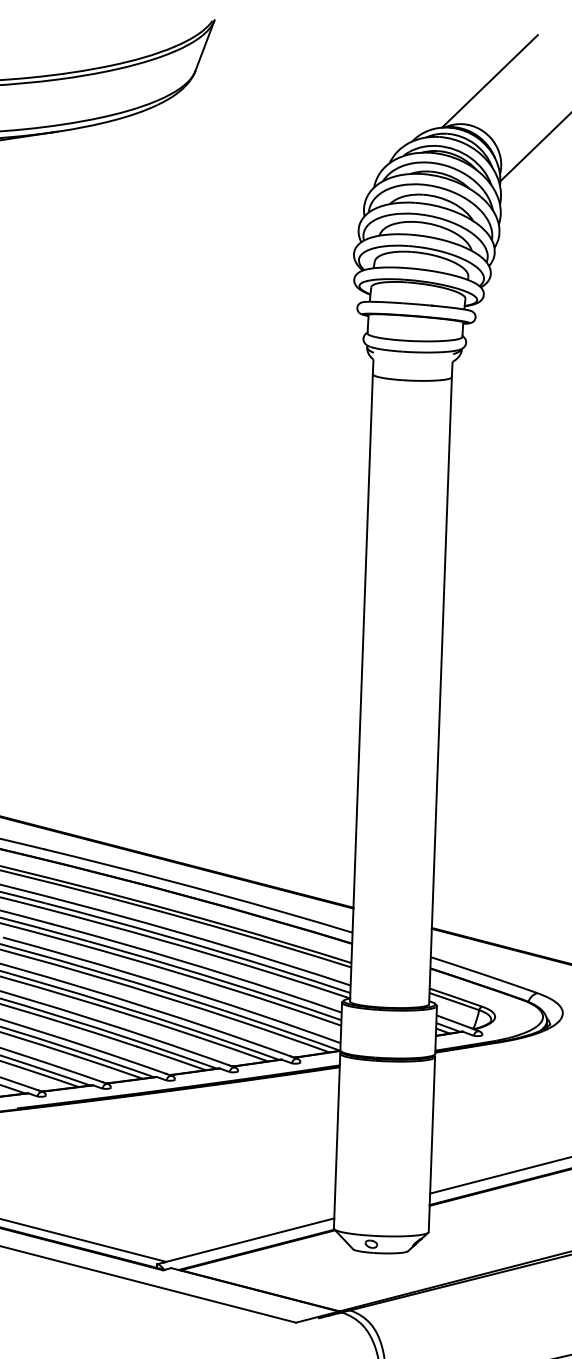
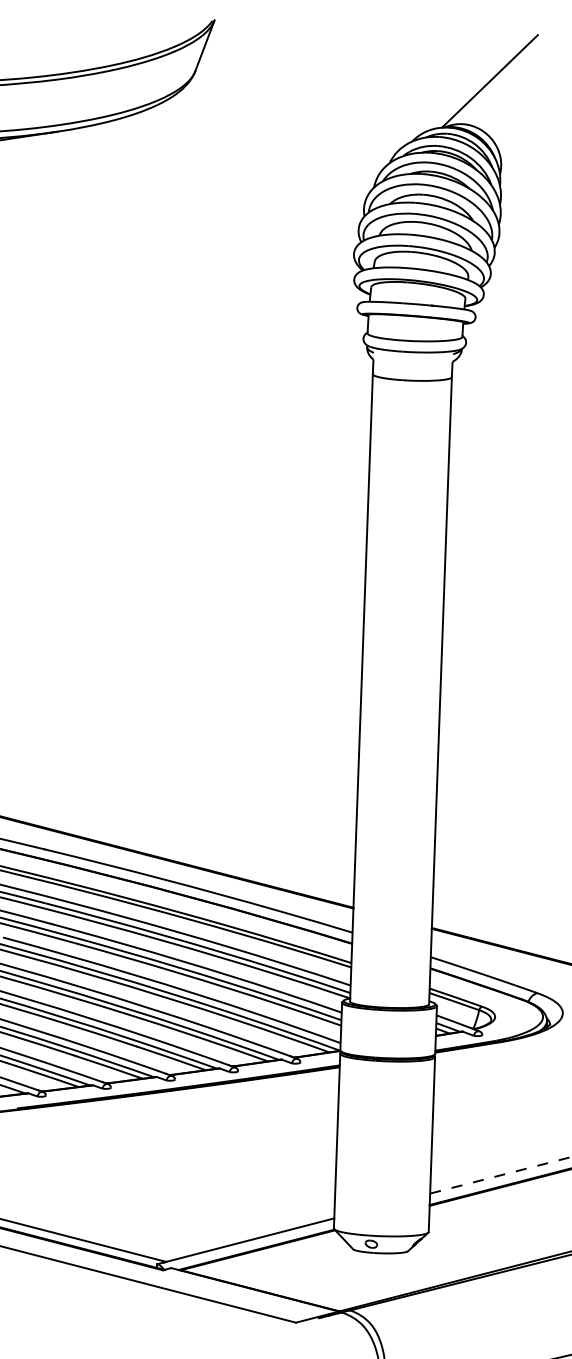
line at (534, 148): present -> none
line at (500, 1175): solid -> dashed
